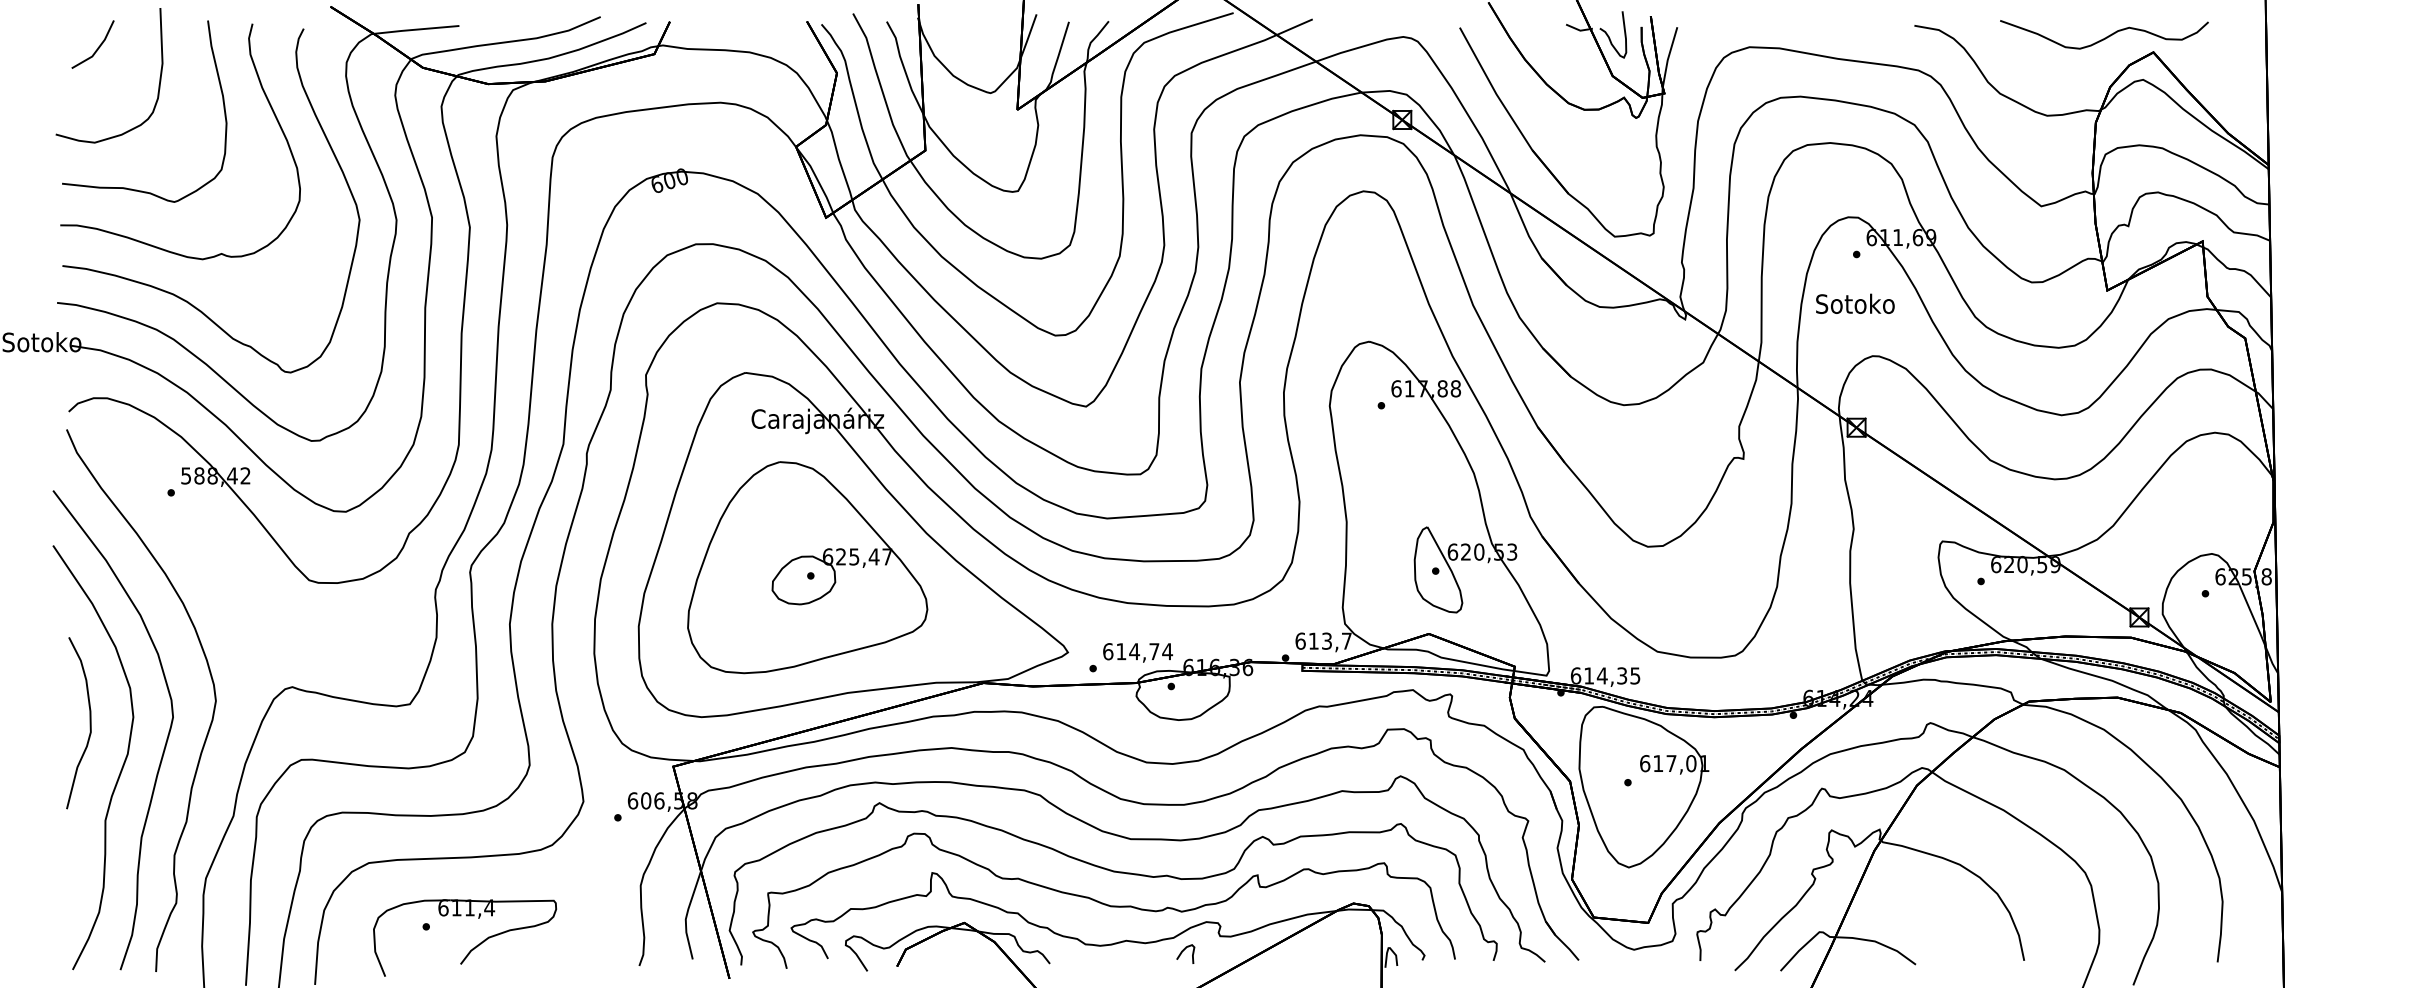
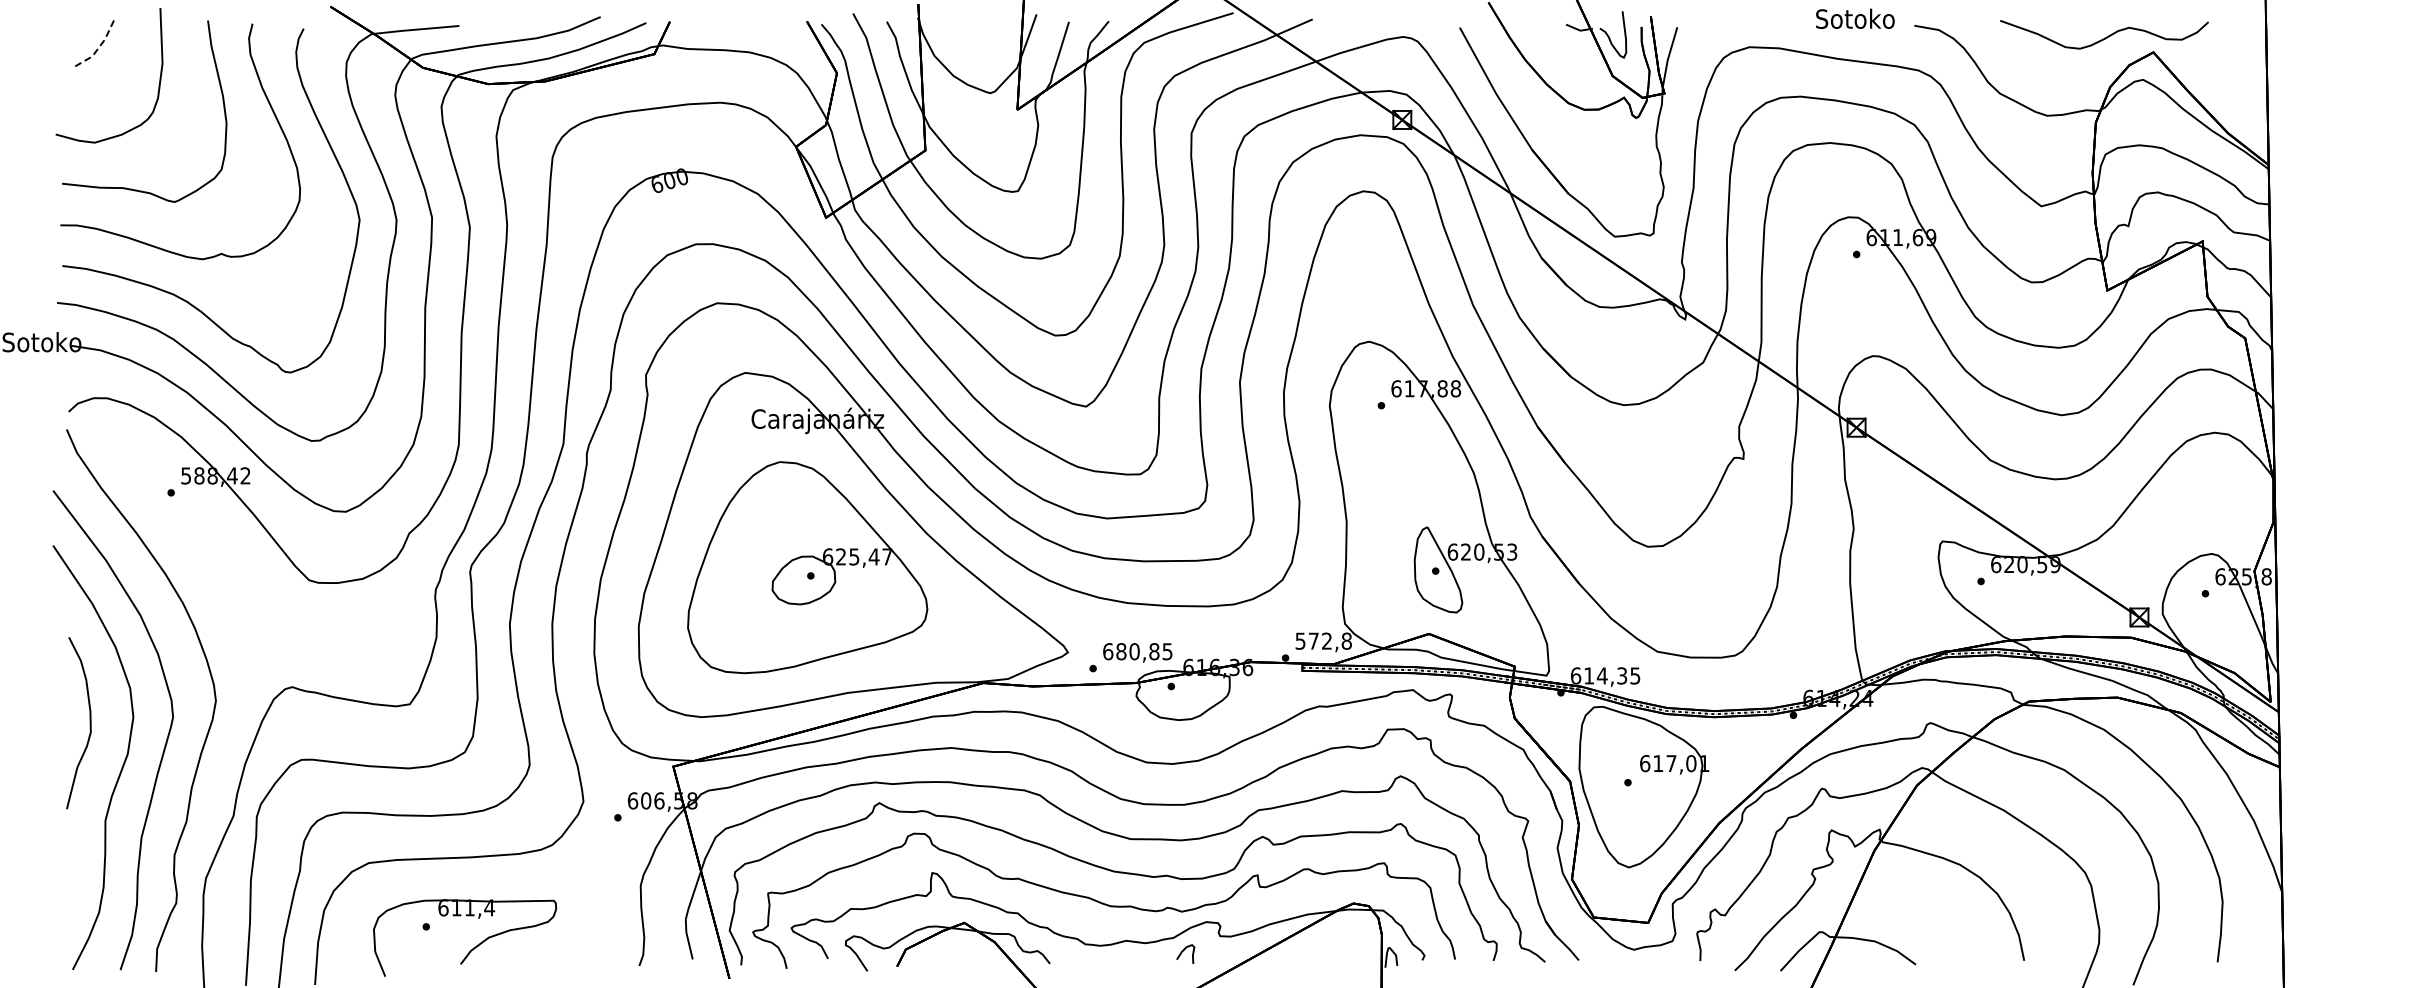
line at (97, 49): solid -> dashed
text at (1855, 303) position: (1855, 303) -> (1855, 18)
text at (1323, 640): 613,7 -> 572,8
text at (1144, 651): 614,74 -> 680,85
